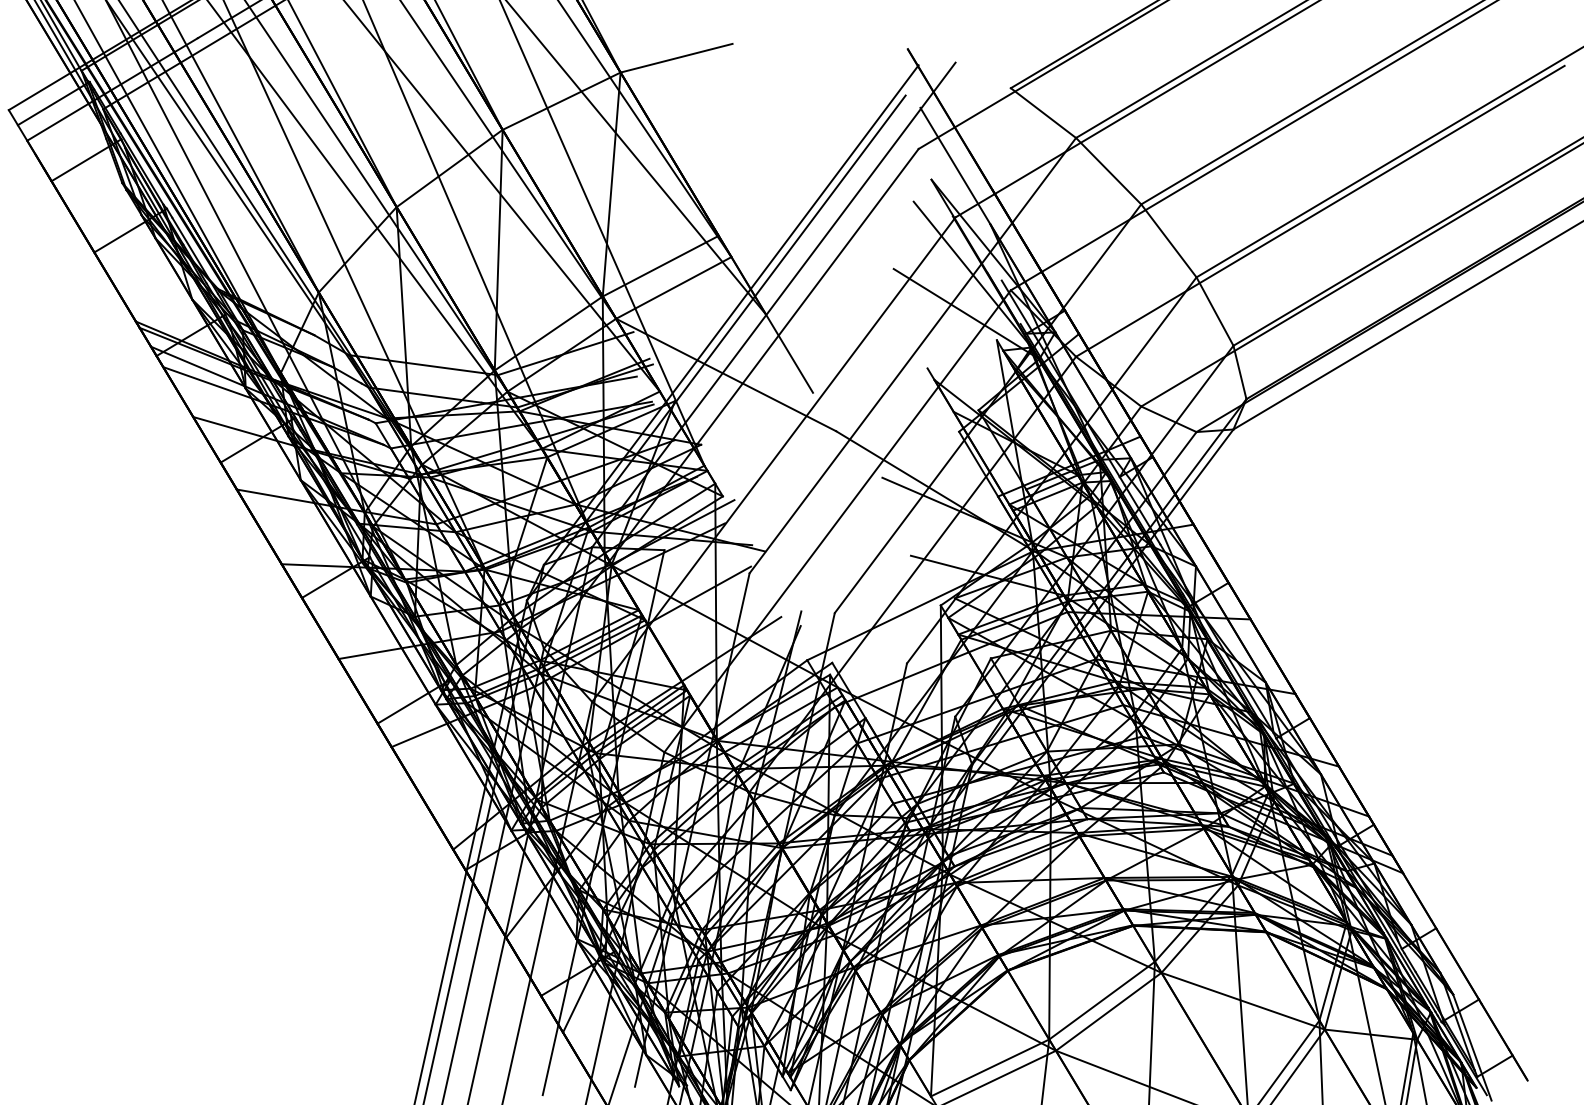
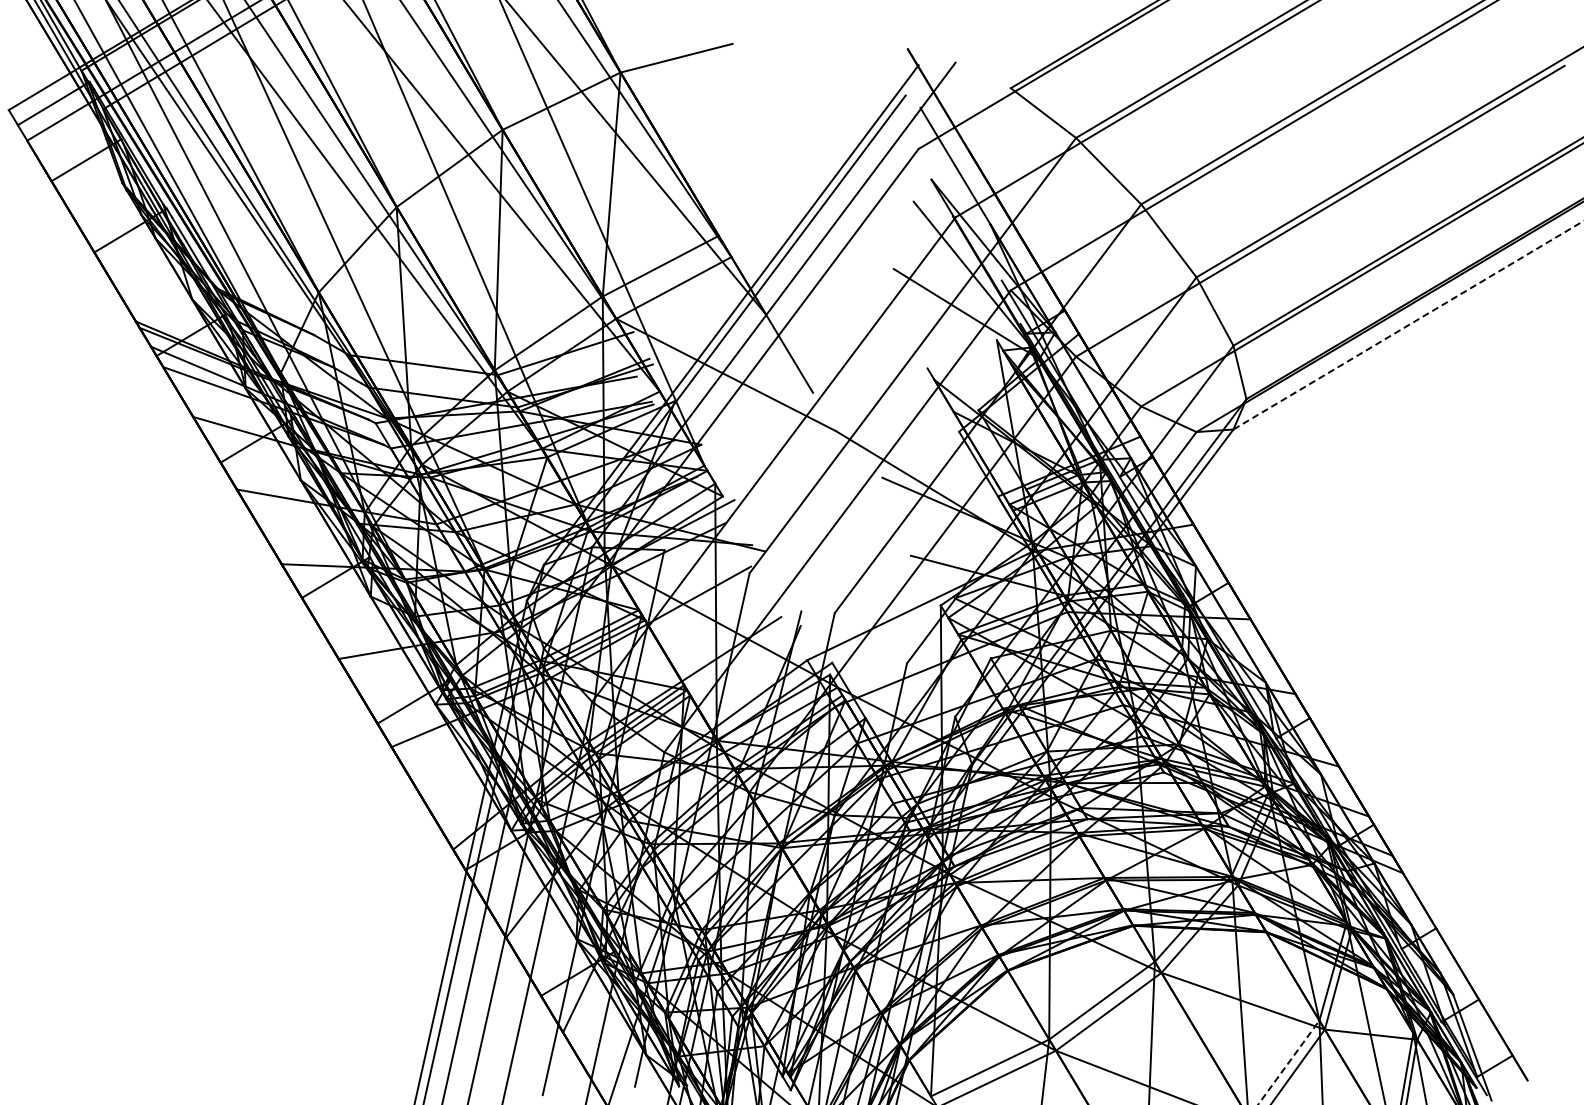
line at (1408, 325): solid -> dashed
line at (1289, 1062): solid -> dashed
